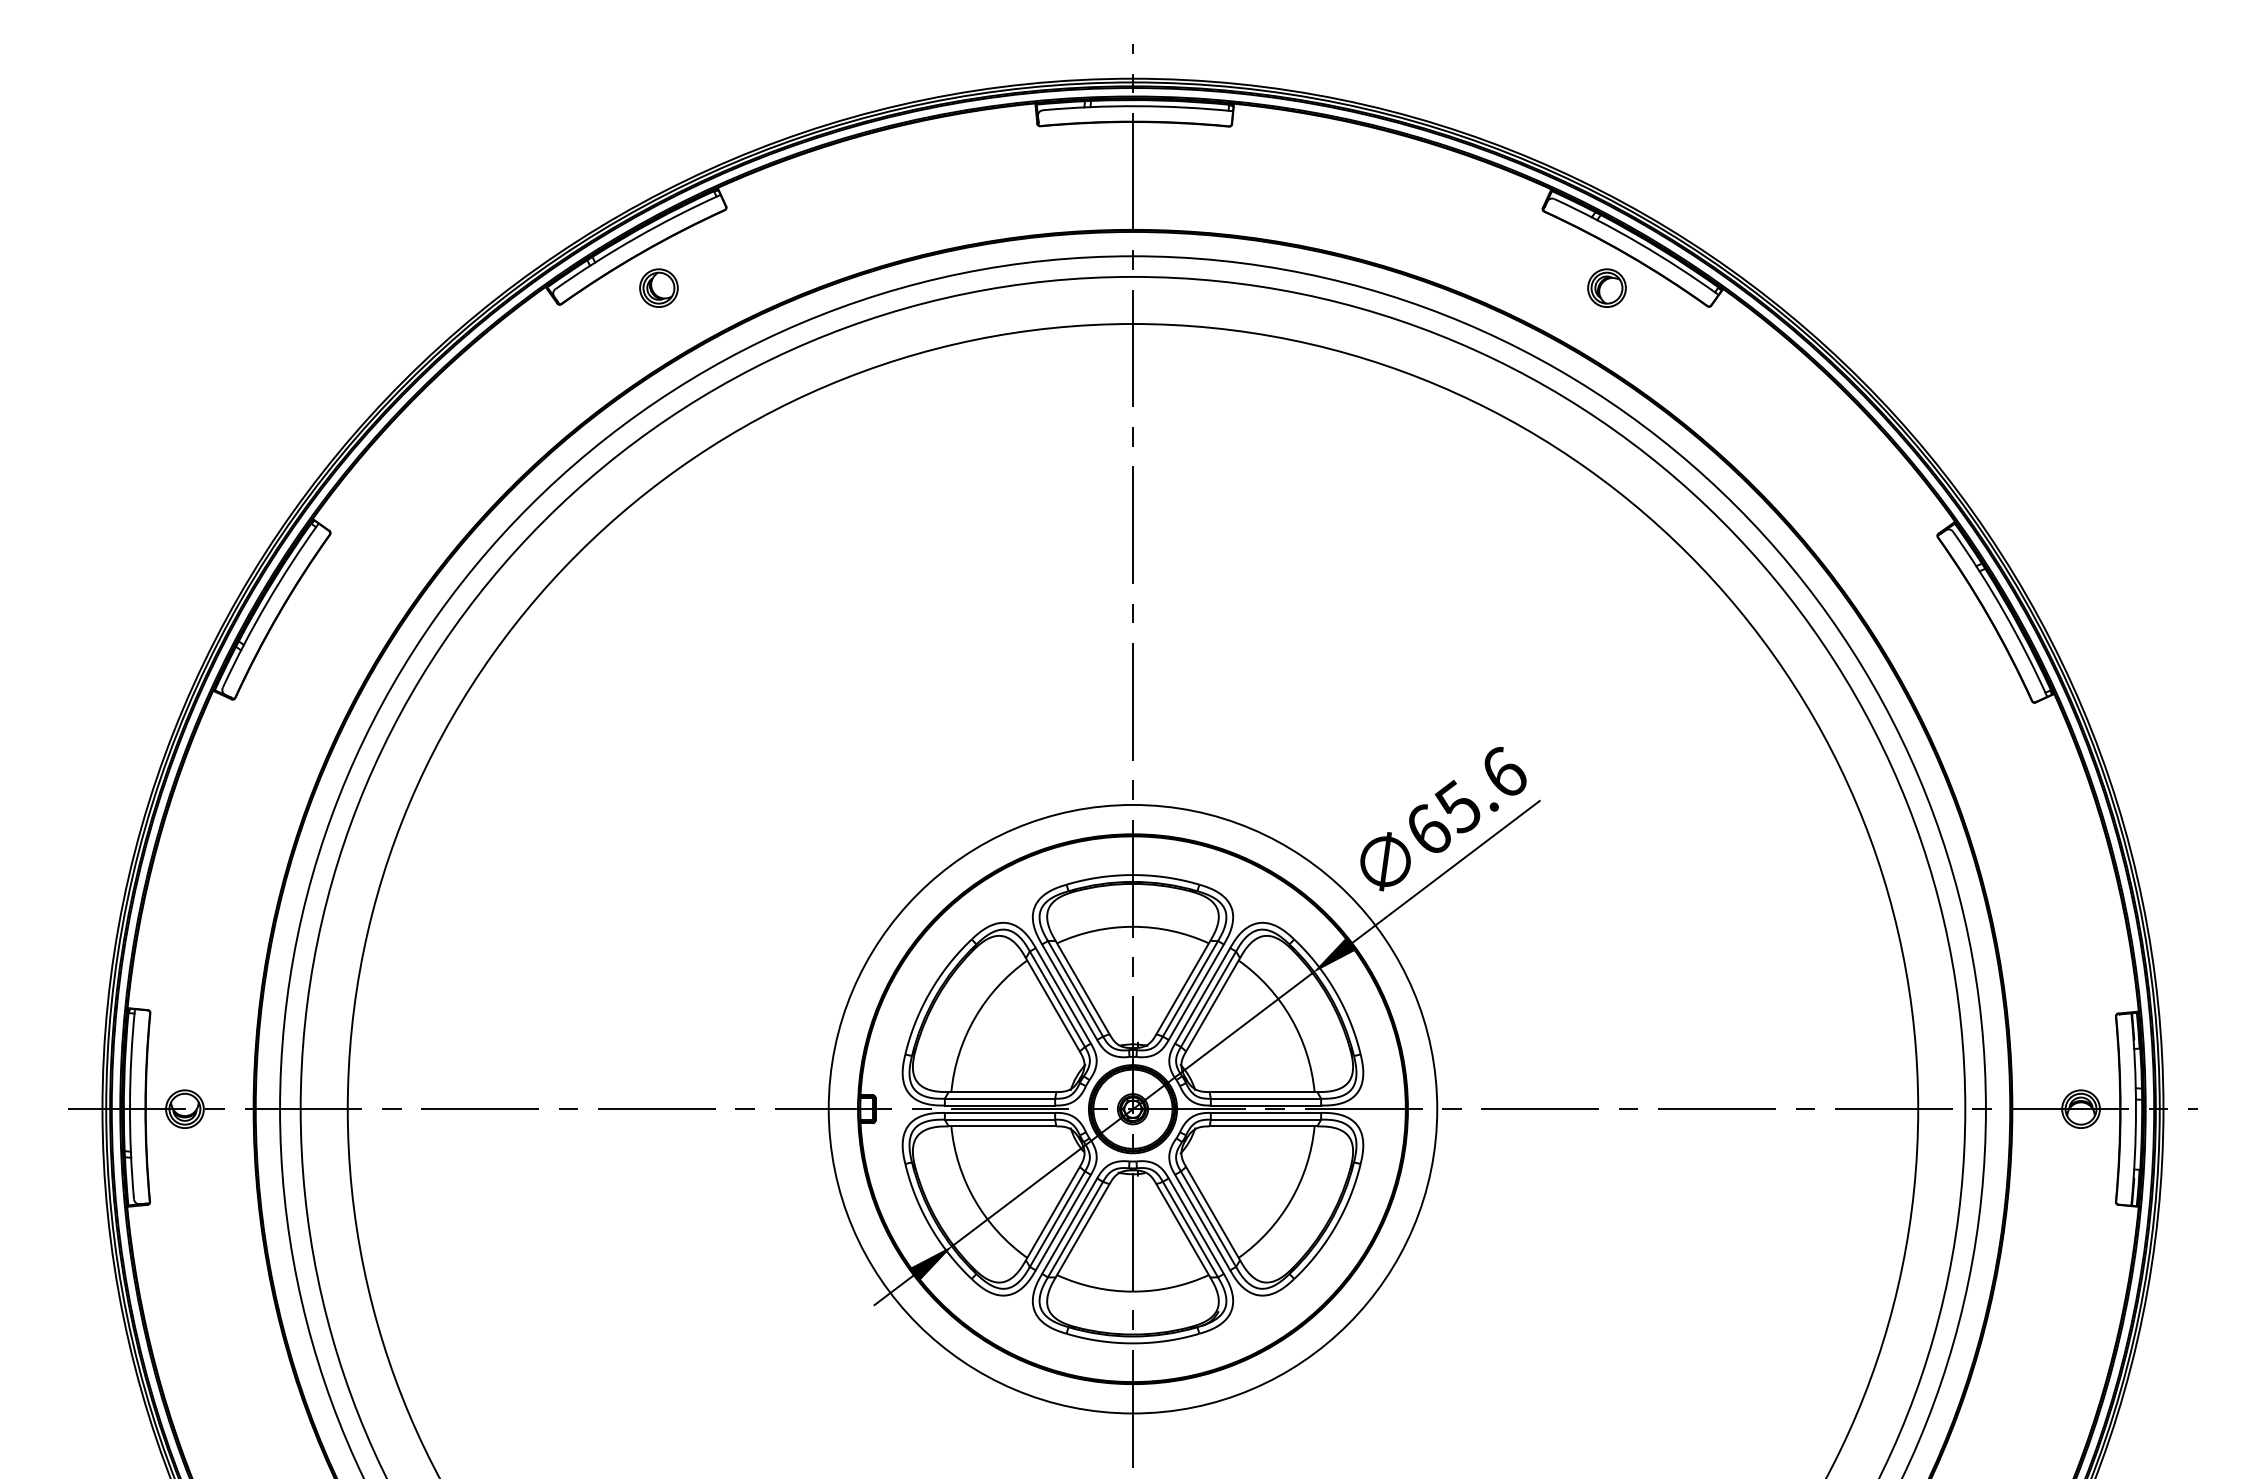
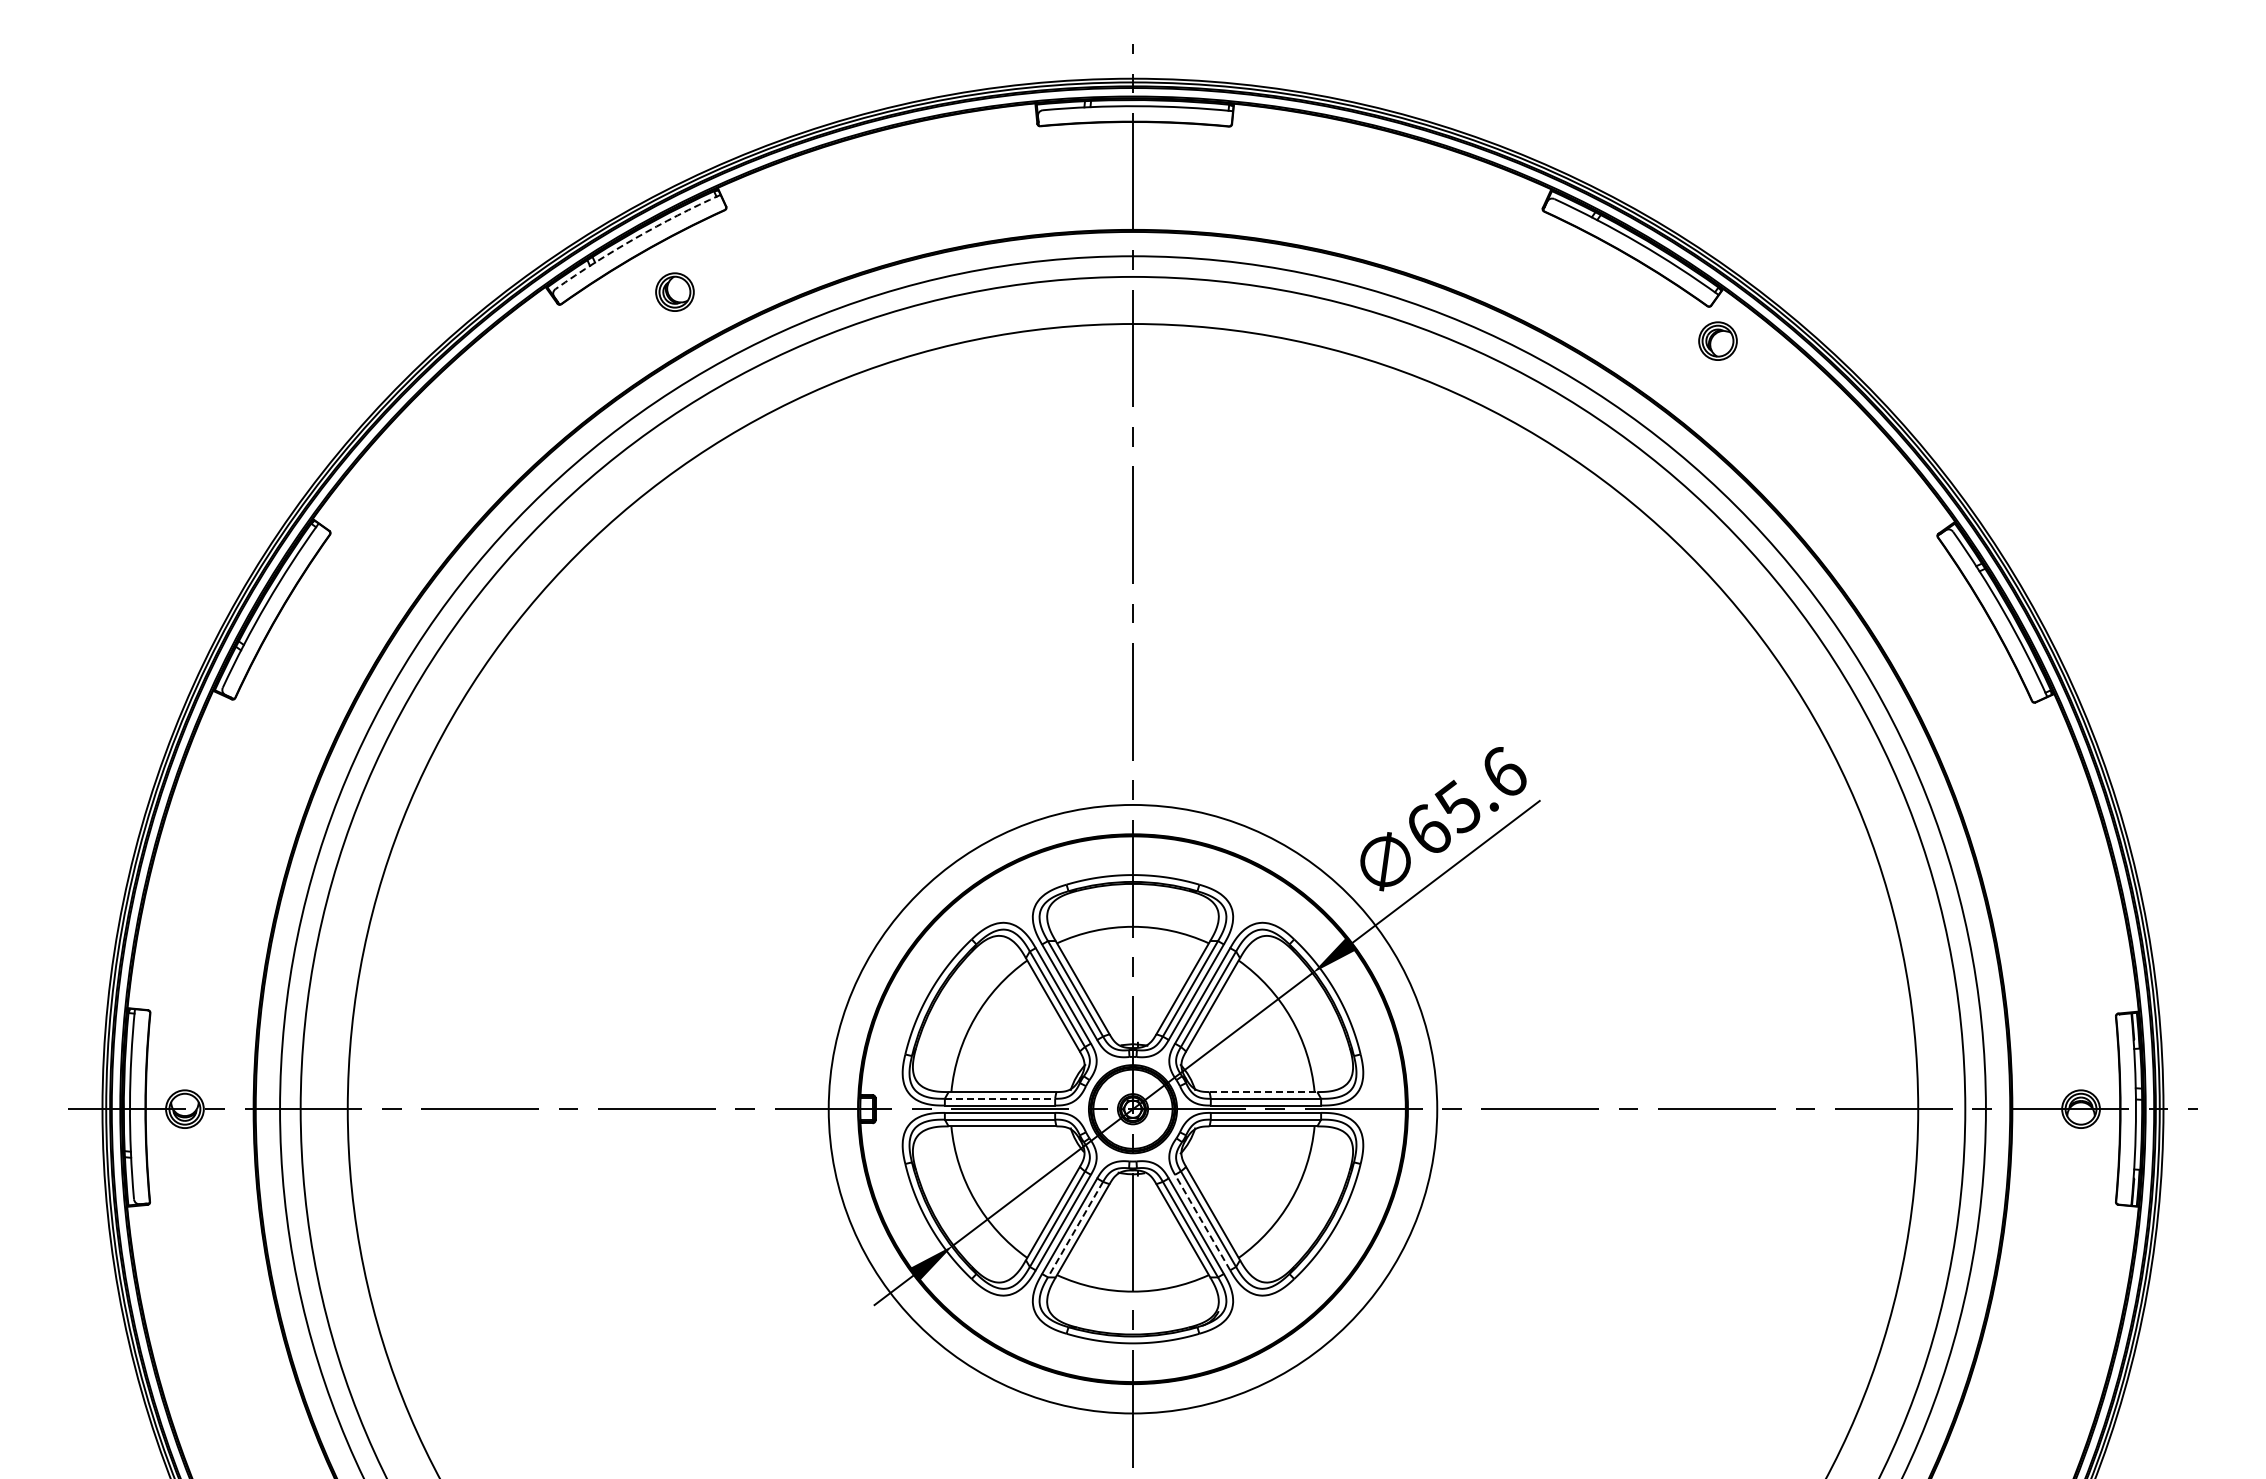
arc at (635, 238): solid -> dashed
part at (658, 287) position: (658, 287) -> (674, 291)
part at (1606, 287) position: (1606, 287) -> (1717, 340)
line at (1263, 1092): solid -> dashed
line at (1000, 1098): solid -> dashed
line at (1202, 1222): solid -> dashed
line at (1075, 1230): solid -> dashed
